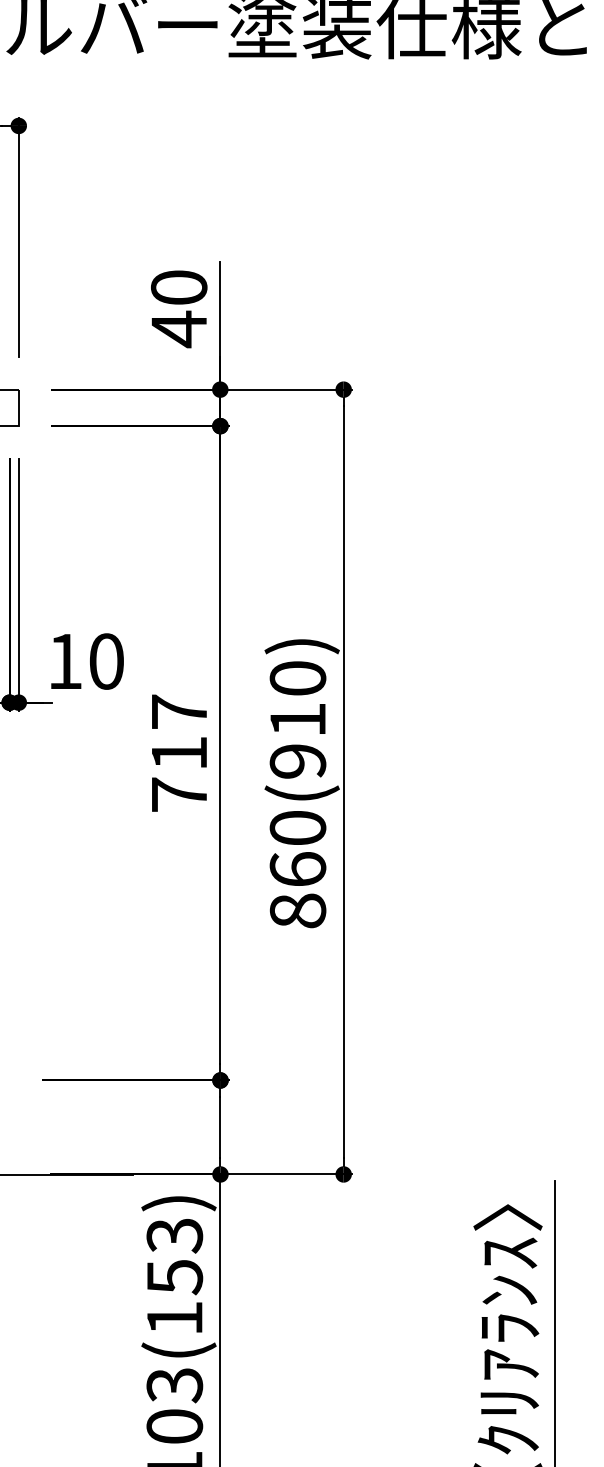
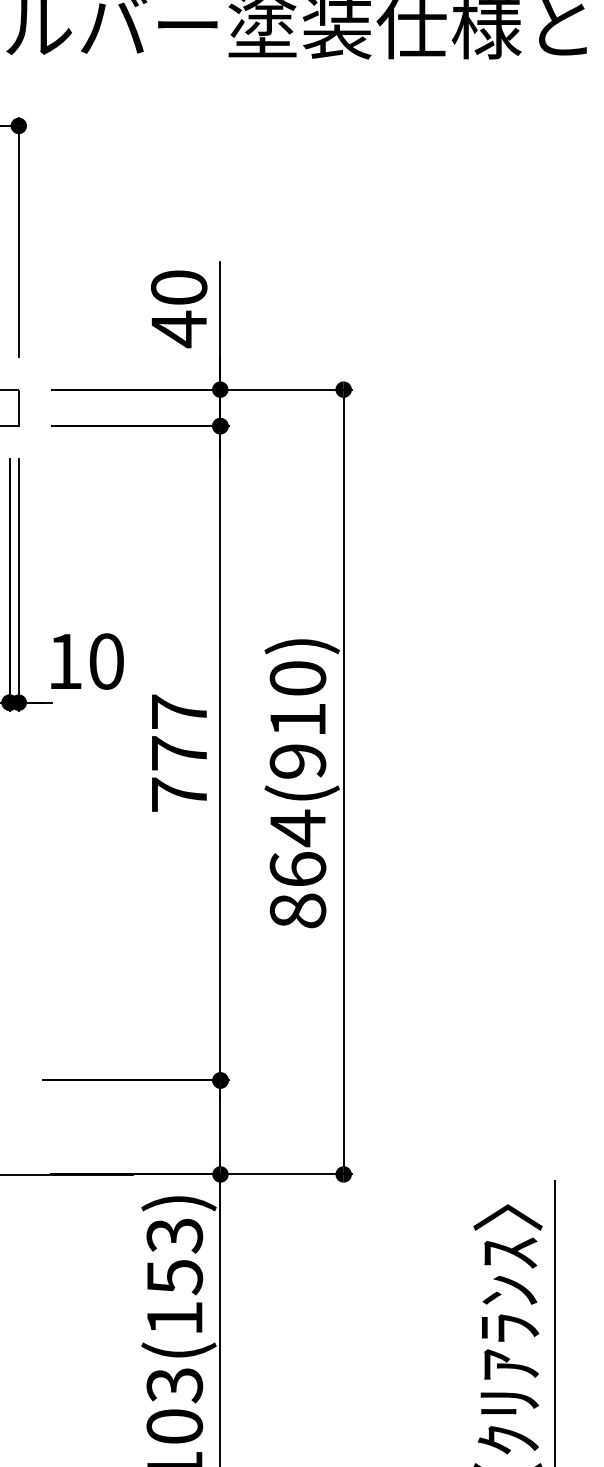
text at (179, 753): 717 -> 777
text at (297, 828): 860(910) -> 864(910)
